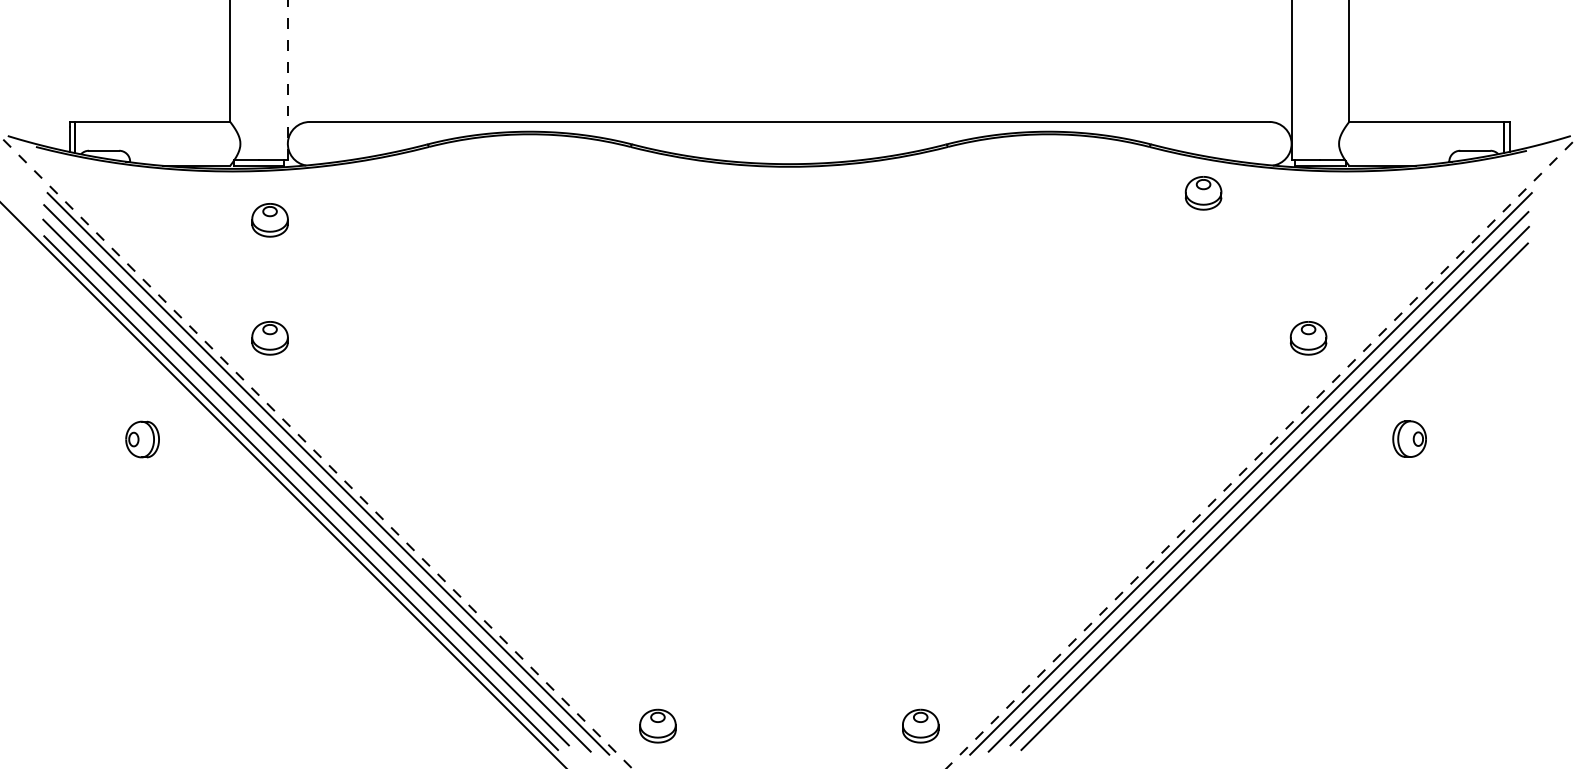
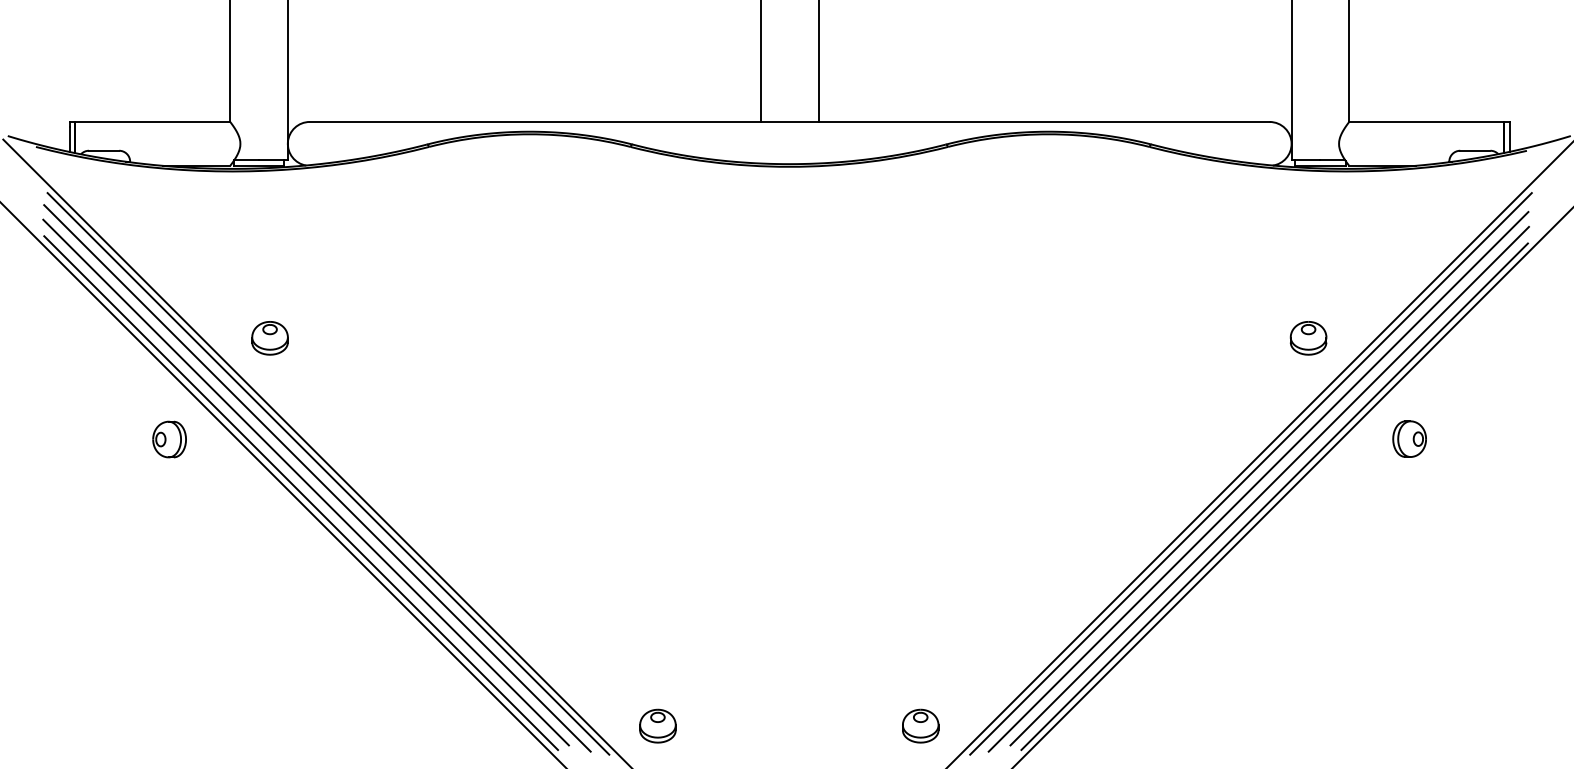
line at (760, 61): none -> present
line at (818, 61): none -> present
line at (287, 80): dashed -> solid
part at (1203, 193): present -> none
part at (269, 220): present -> none
part at (142, 439) position: (142, 439) -> (169, 439)
line at (317, 454): dashed -> solid
line at (1260, 454): dashed -> solid
line at (1292, 487): none -> present
